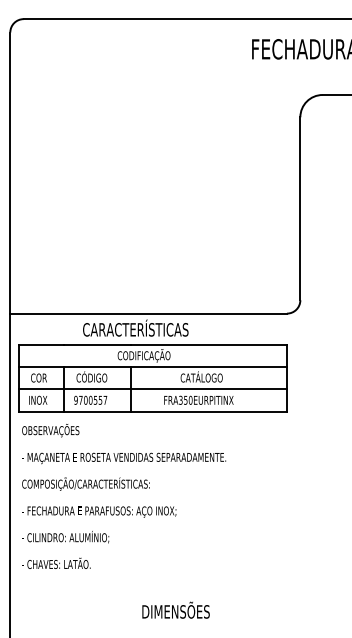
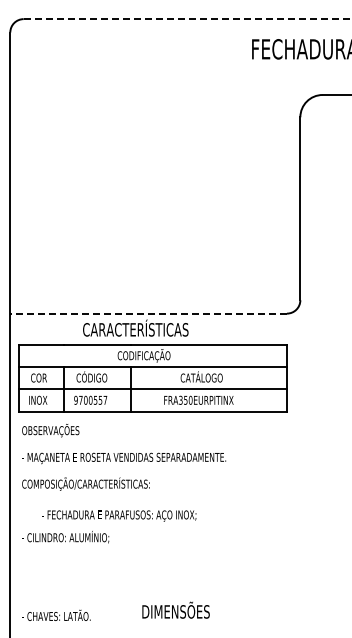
line at (187, 19): solid -> dashed
line at (148, 313): solid -> dashed
text at (99, 511) position: (99, 511) -> (119, 515)
text at (56, 562) position: (56, 562) -> (56, 614)
